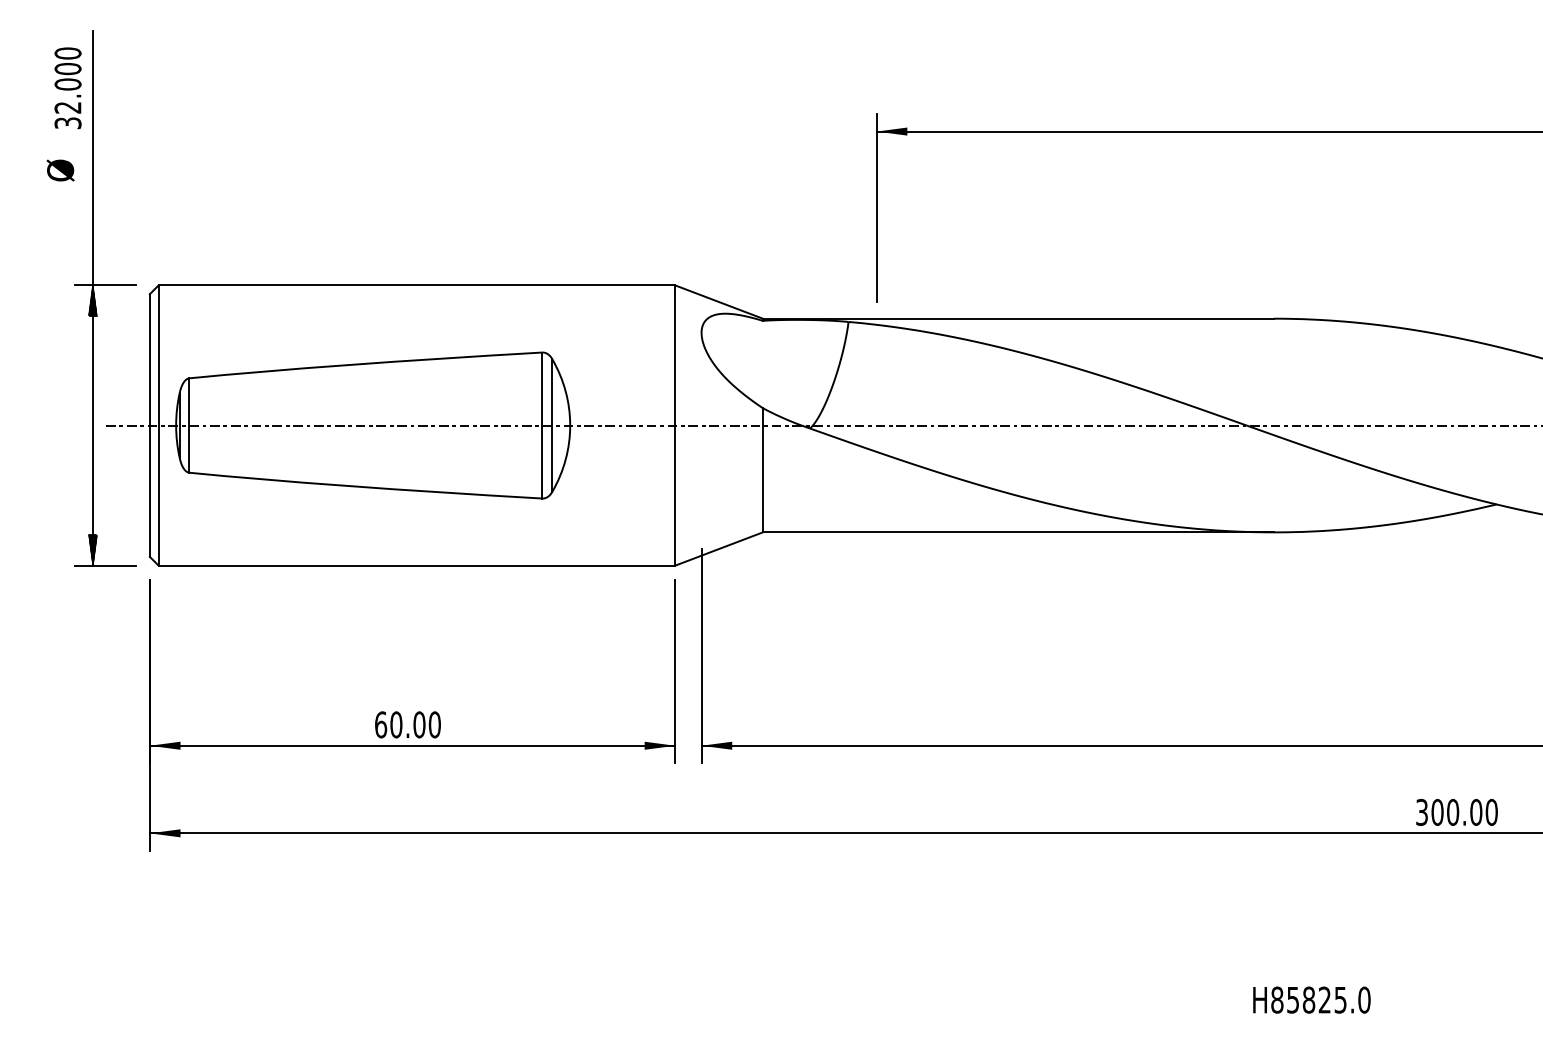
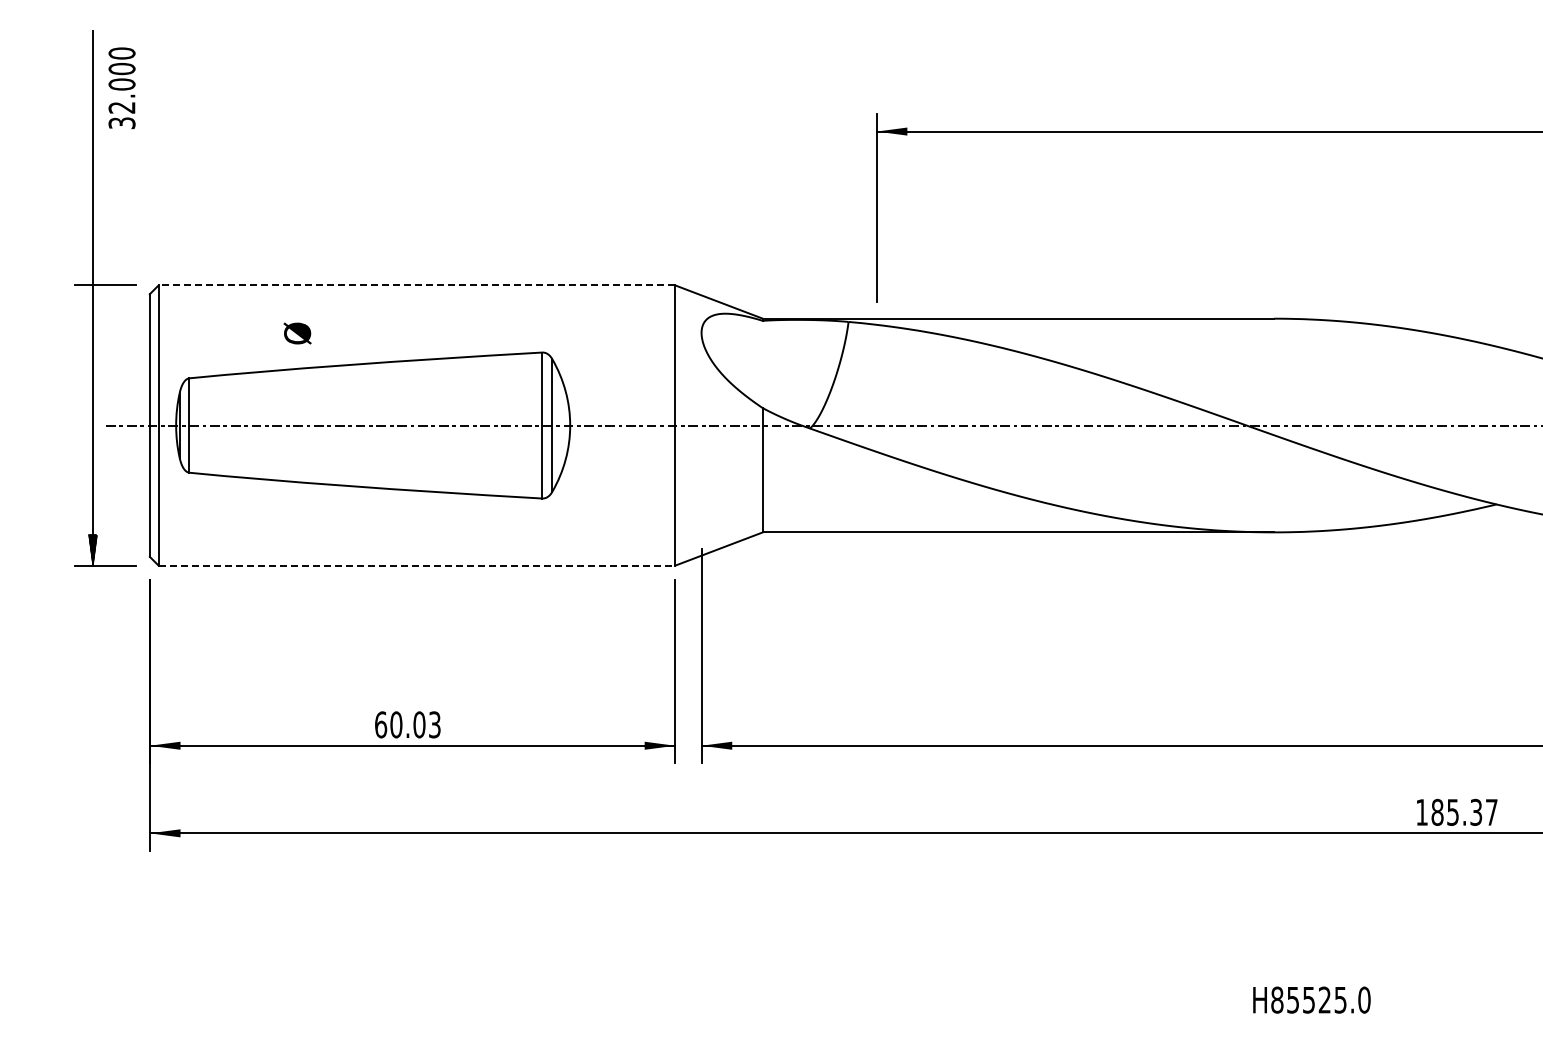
text at (67, 88) position: (67, 88) -> (121, 88)
text at (60, 170) position: (60, 170) -> (297, 333)
line at (416, 285): solid -> dashed
hatch at (92, 300): present -> none
line at (417, 565): solid -> dashed
text at (434, 724): 60.00 -> 60.03
text at (1456, 811): 300.00 -> 185.37
text at (1308, 999): H85825.0 -> H85525.0
